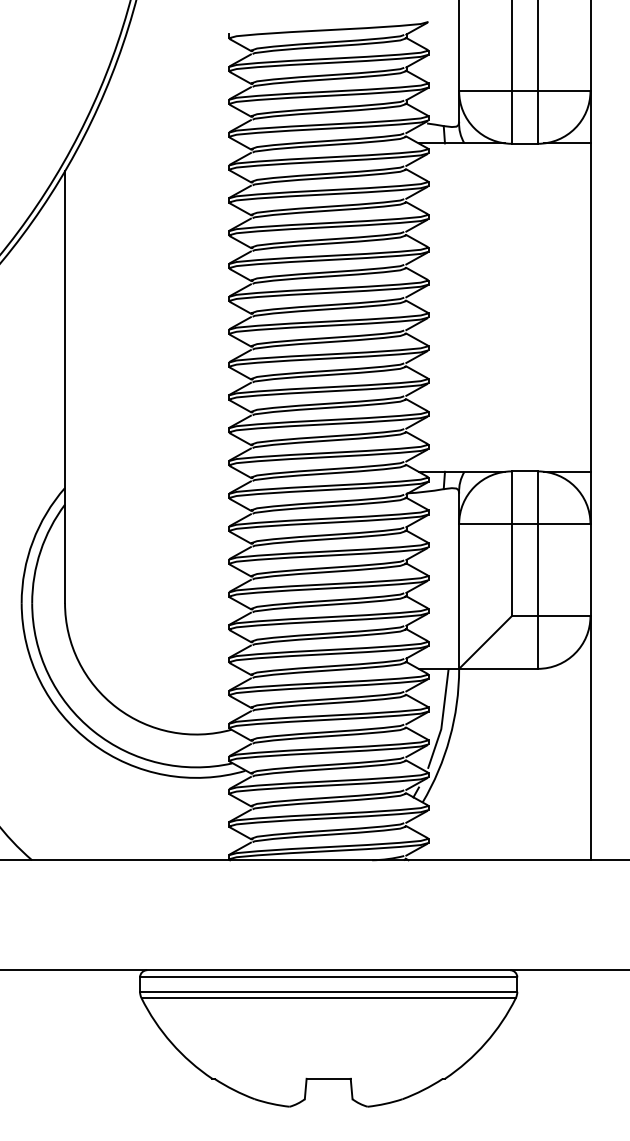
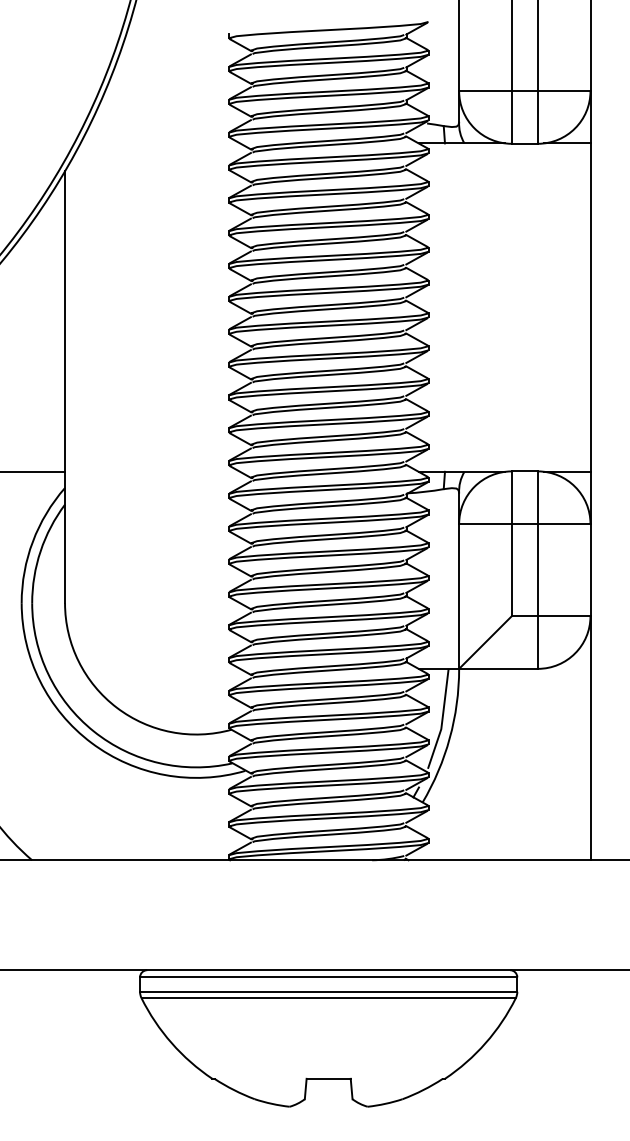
line at (33, 471): none -> present
